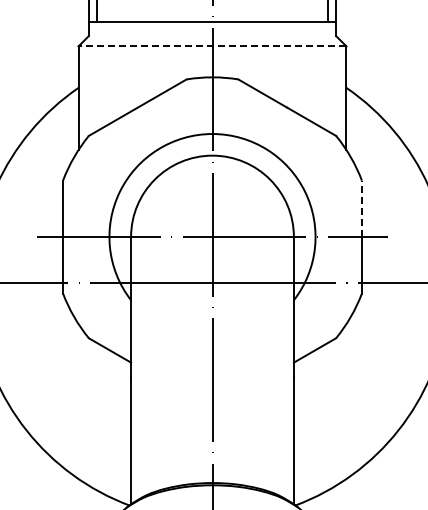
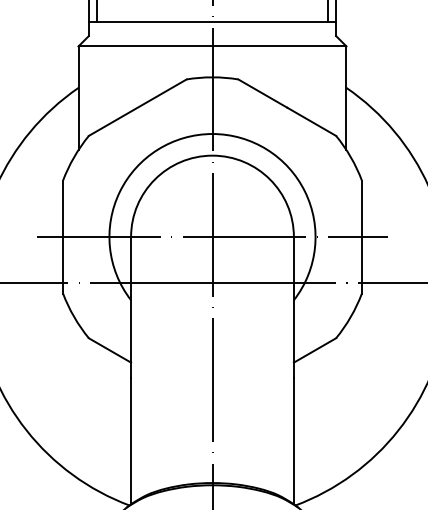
line at (212, 46): dashed -> solid
line at (361, 208): dashed -> solid
